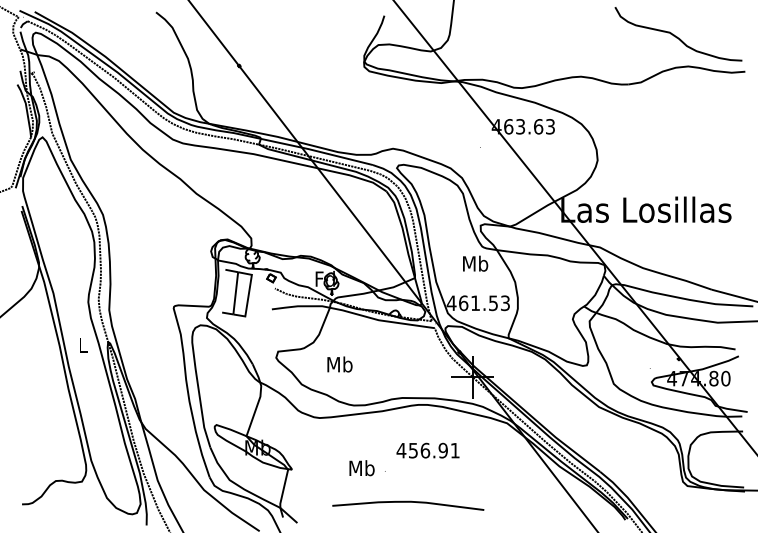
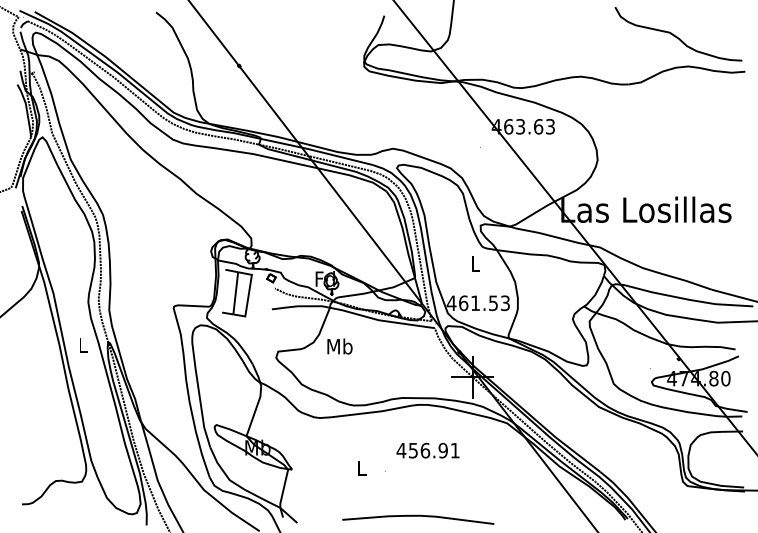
text at (475, 263): Mb -> L
text at (339, 364) position: (339, 364) -> (339, 346)
text at (361, 468): Mb -> L
curve at (408, 502) position: (408, 502) -> (418, 516)
